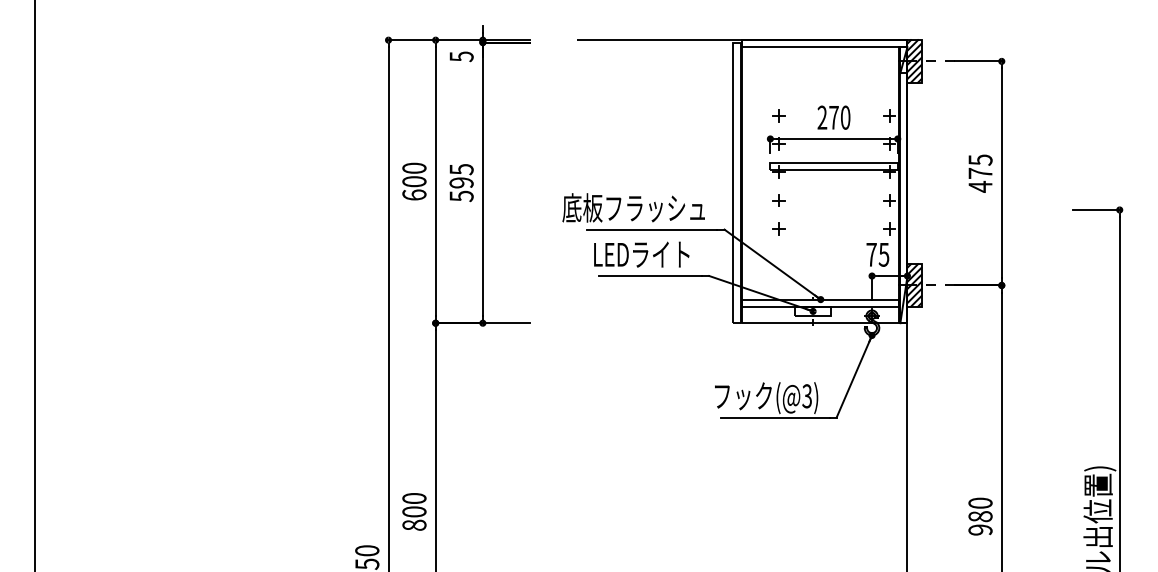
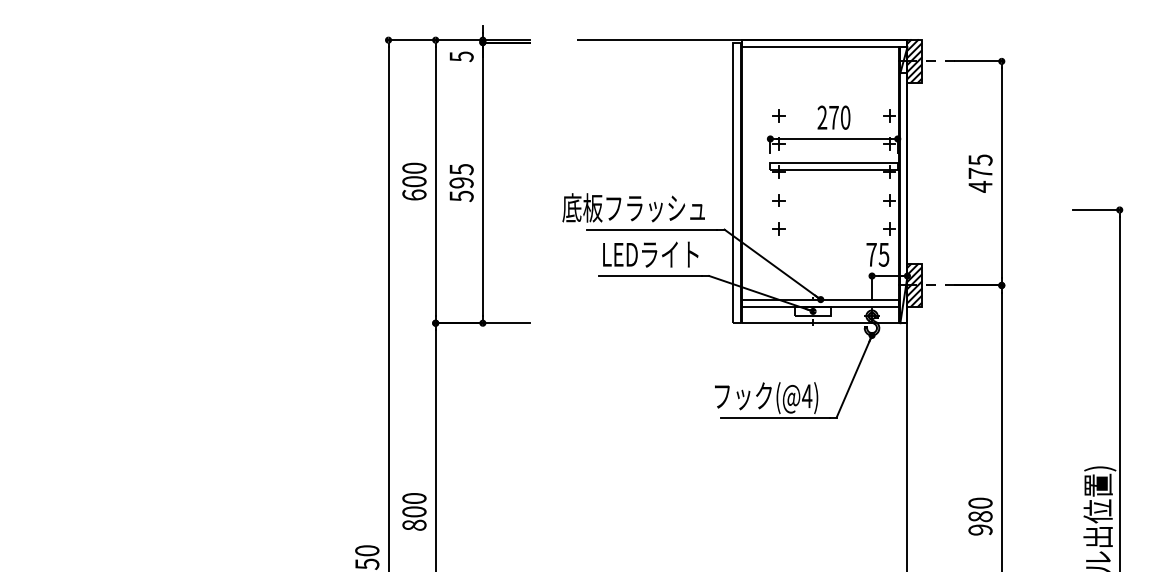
text at (641, 254) position: (641, 254) -> (650, 254)
line at (34, 285): present -> none
text at (807, 396): (@3) -> (@4)
